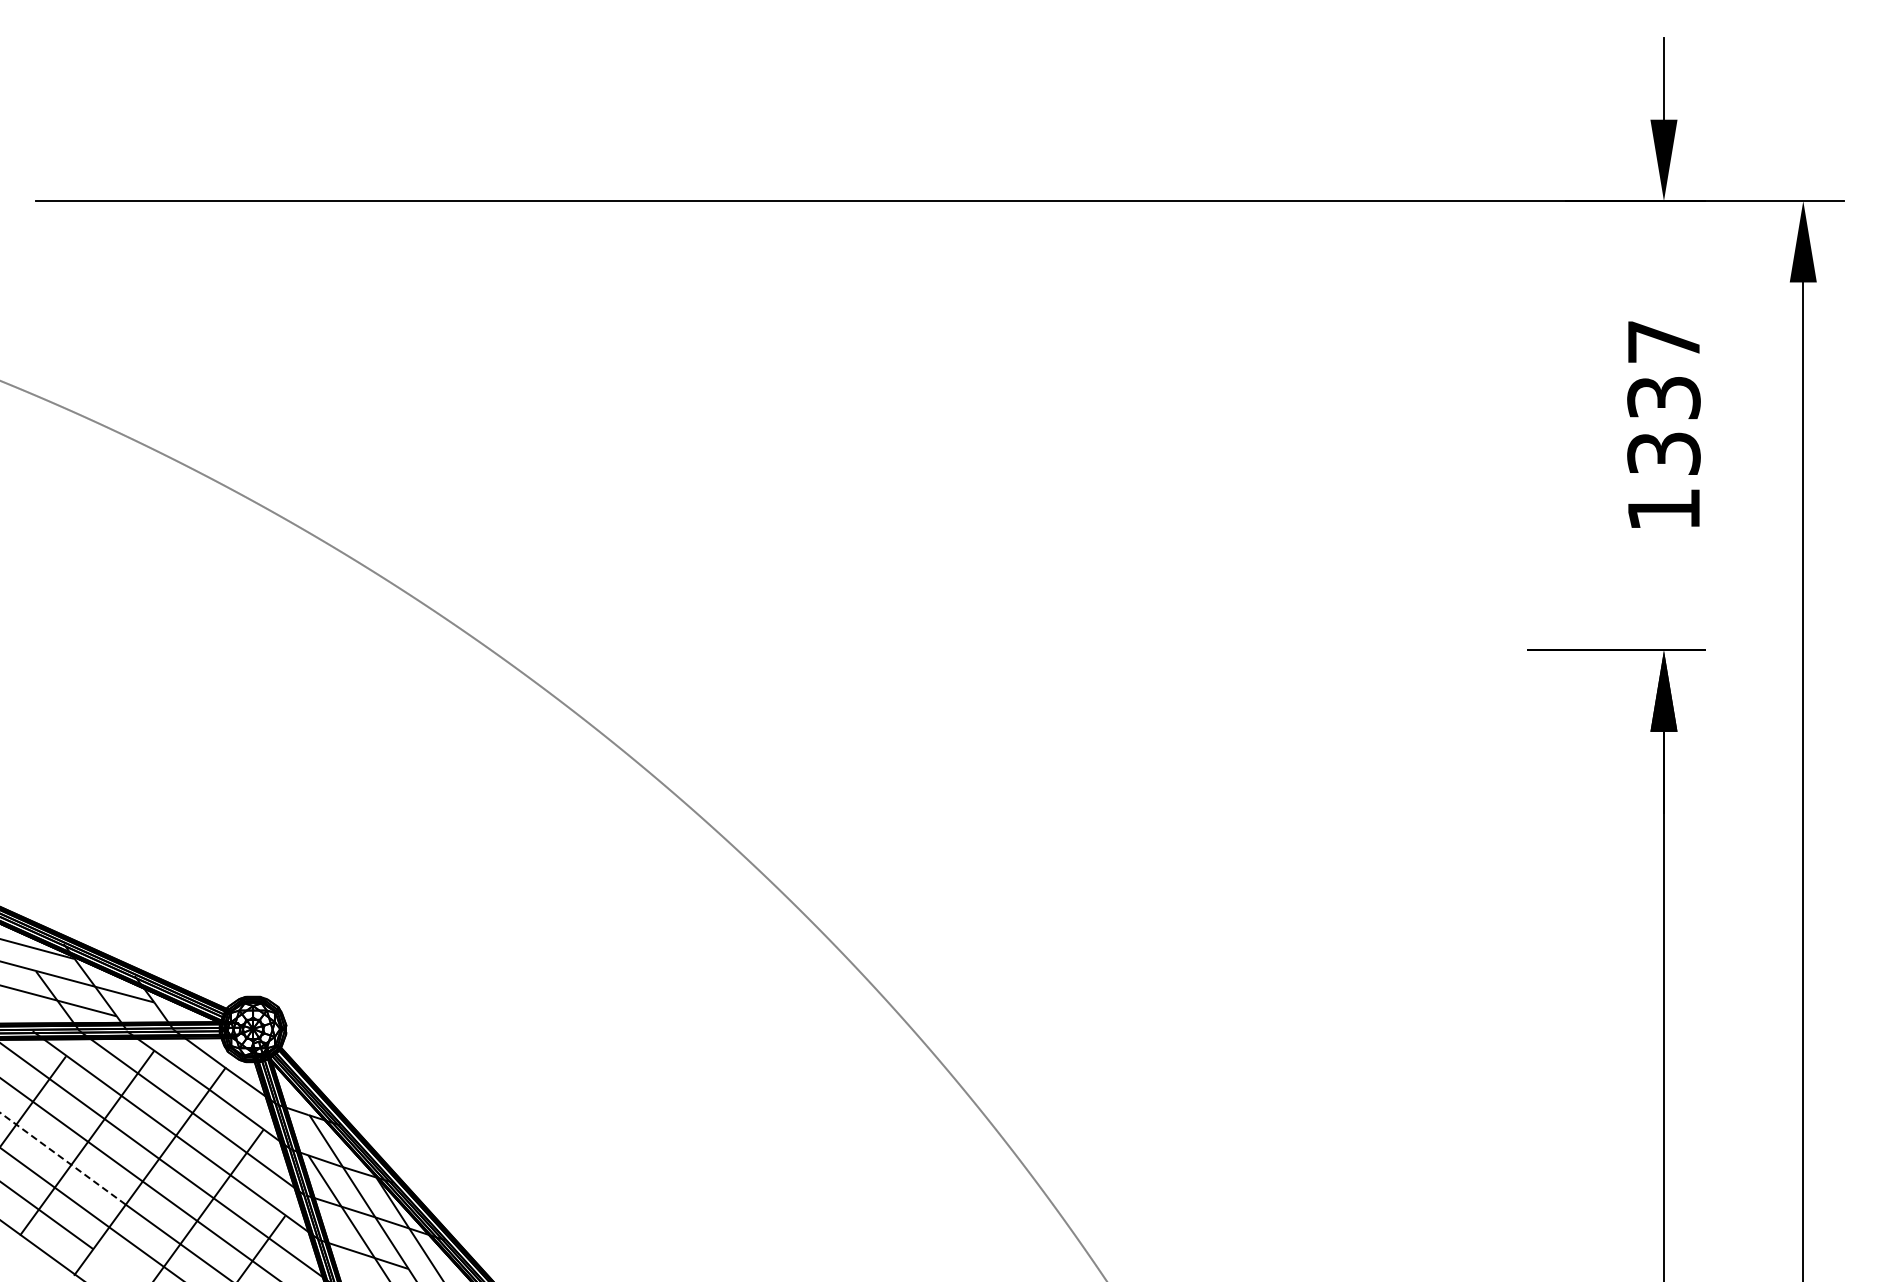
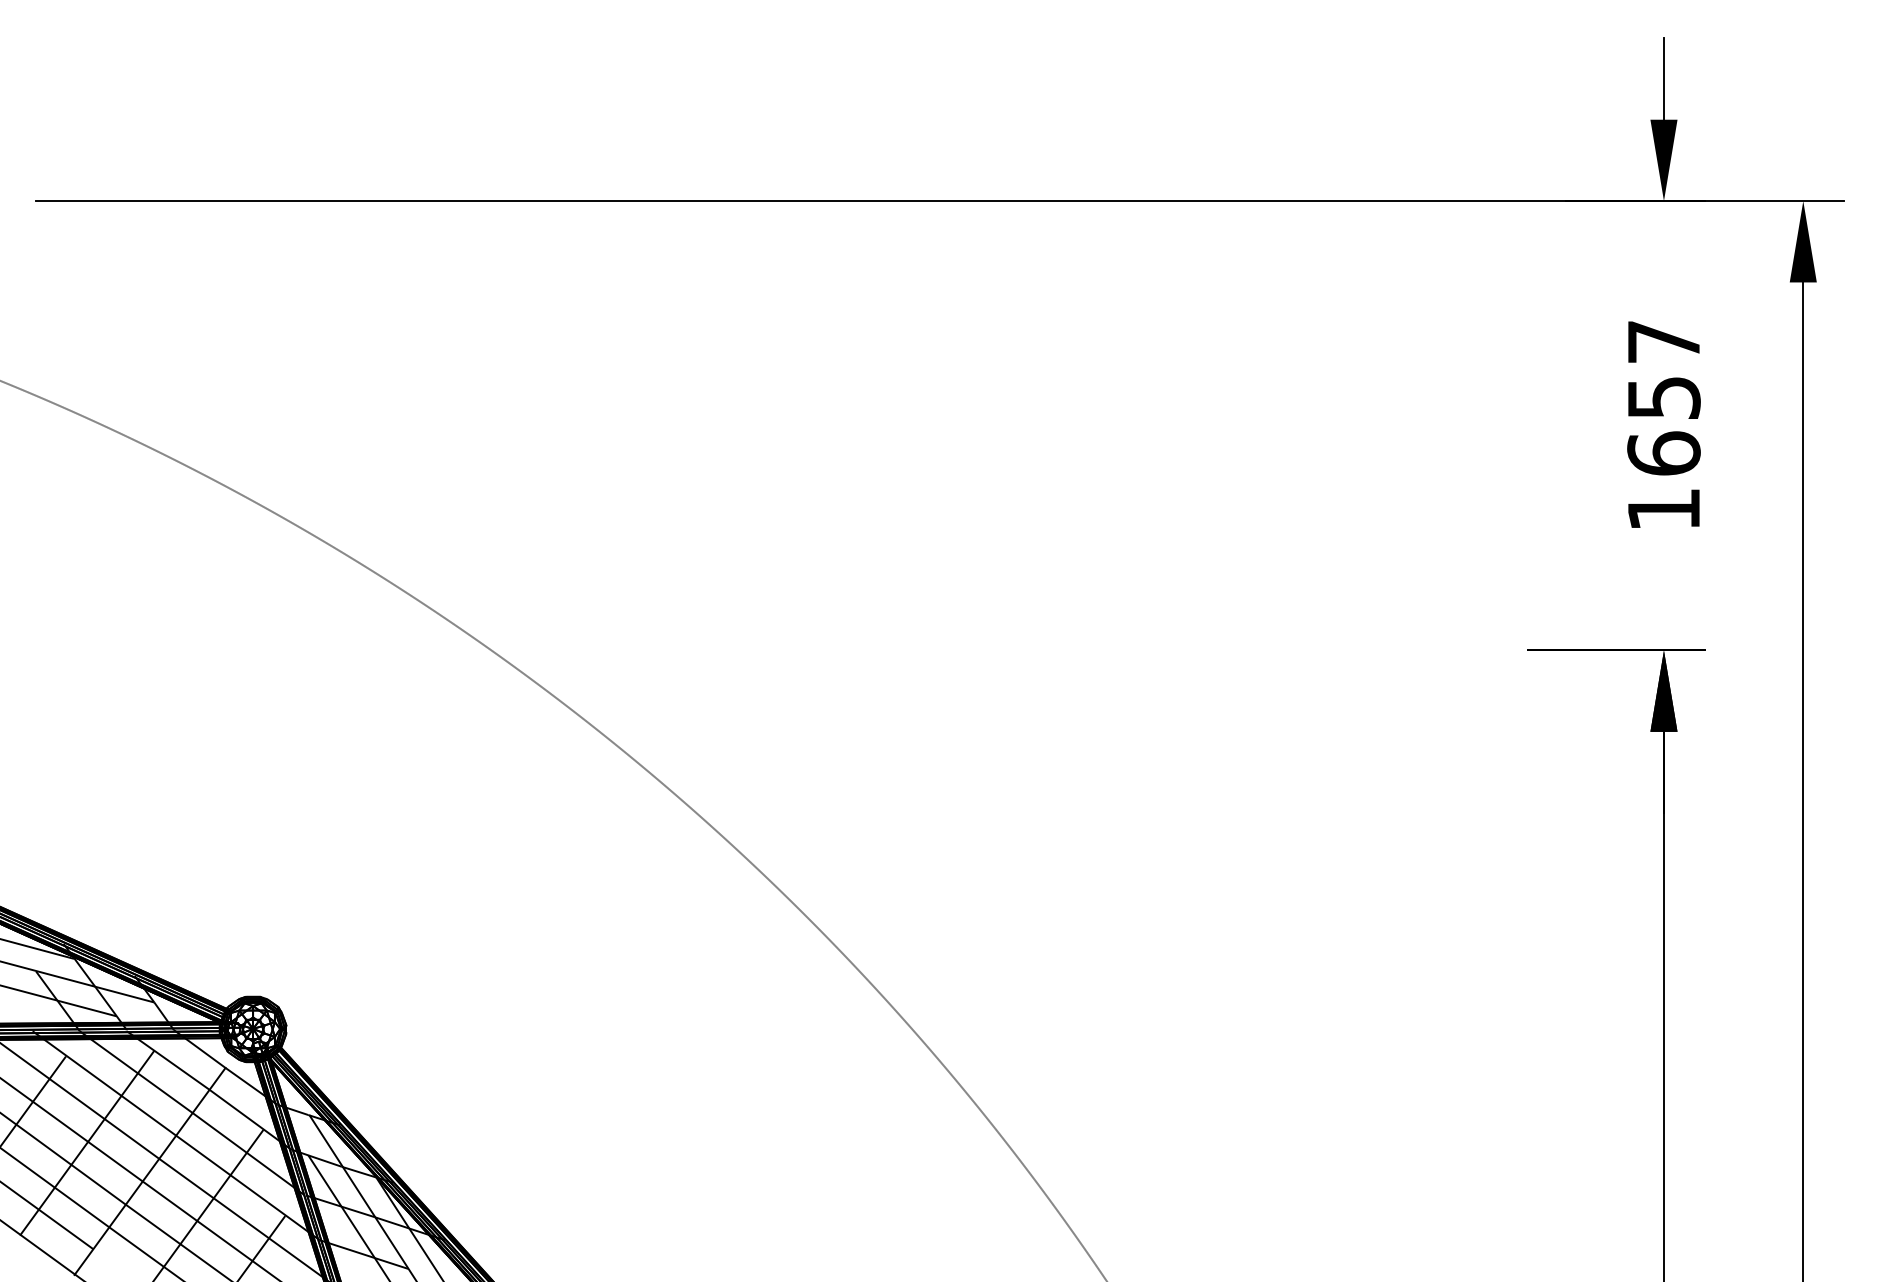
text at (1663, 426): 1337 -> 1657
line at (62, 1158): dashed -> solid
